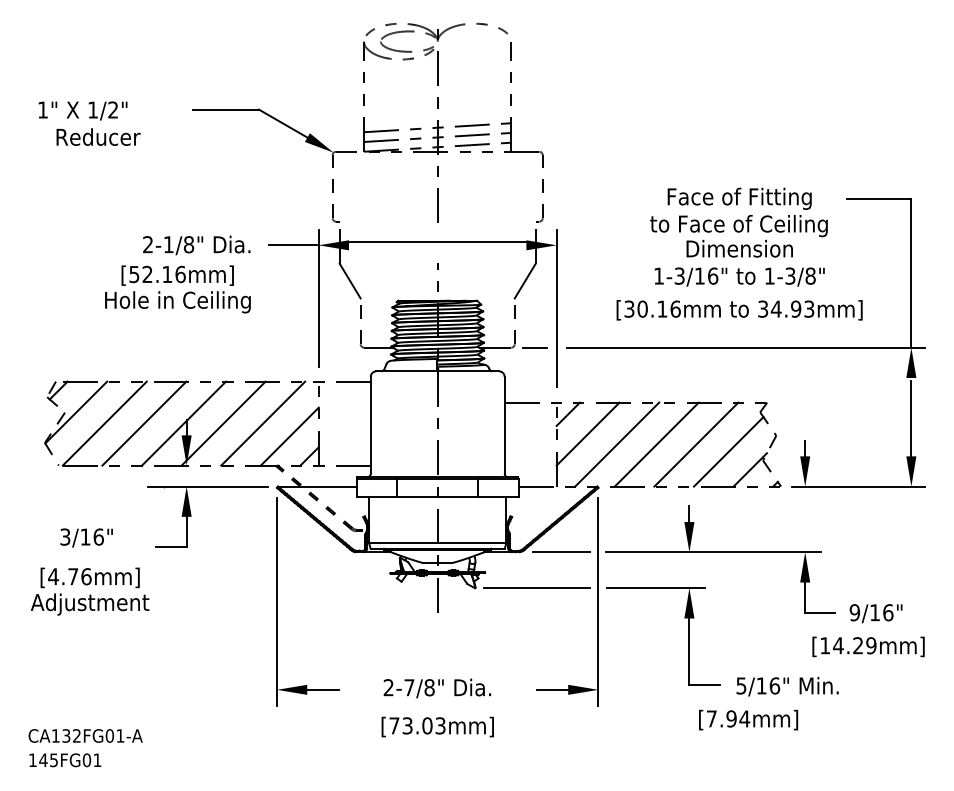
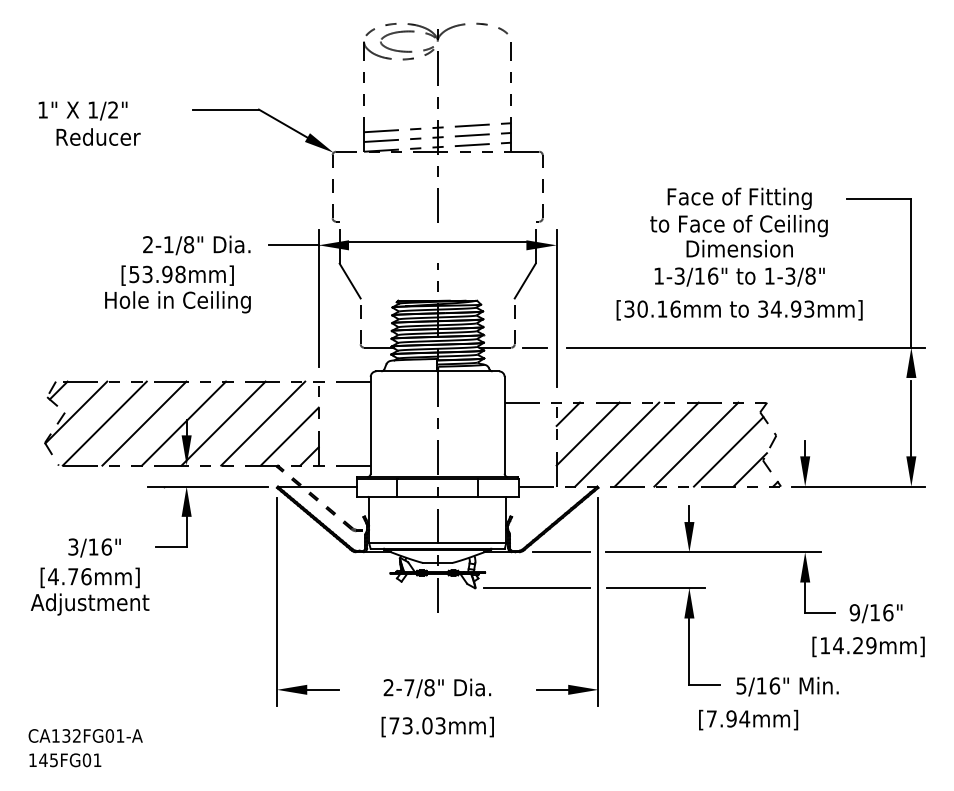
text at (163, 274): [52.16mm] -> [53.98mm]
text at (86, 537) position: (86, 537) -> (94, 547)
